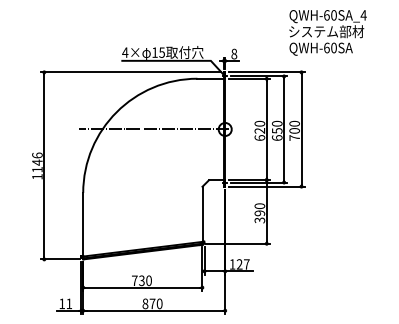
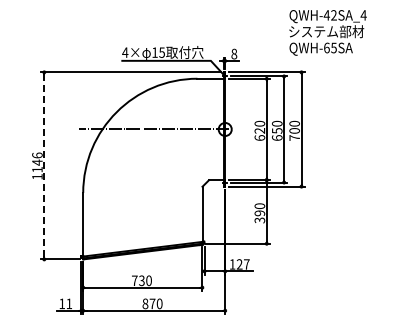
text at (329, 15): QWH-60SA_4 -> QWH-42SA_4
text at (333, 47): QWH-60SA -> QWH-65SA
line at (44, 165): solid -> dashed
